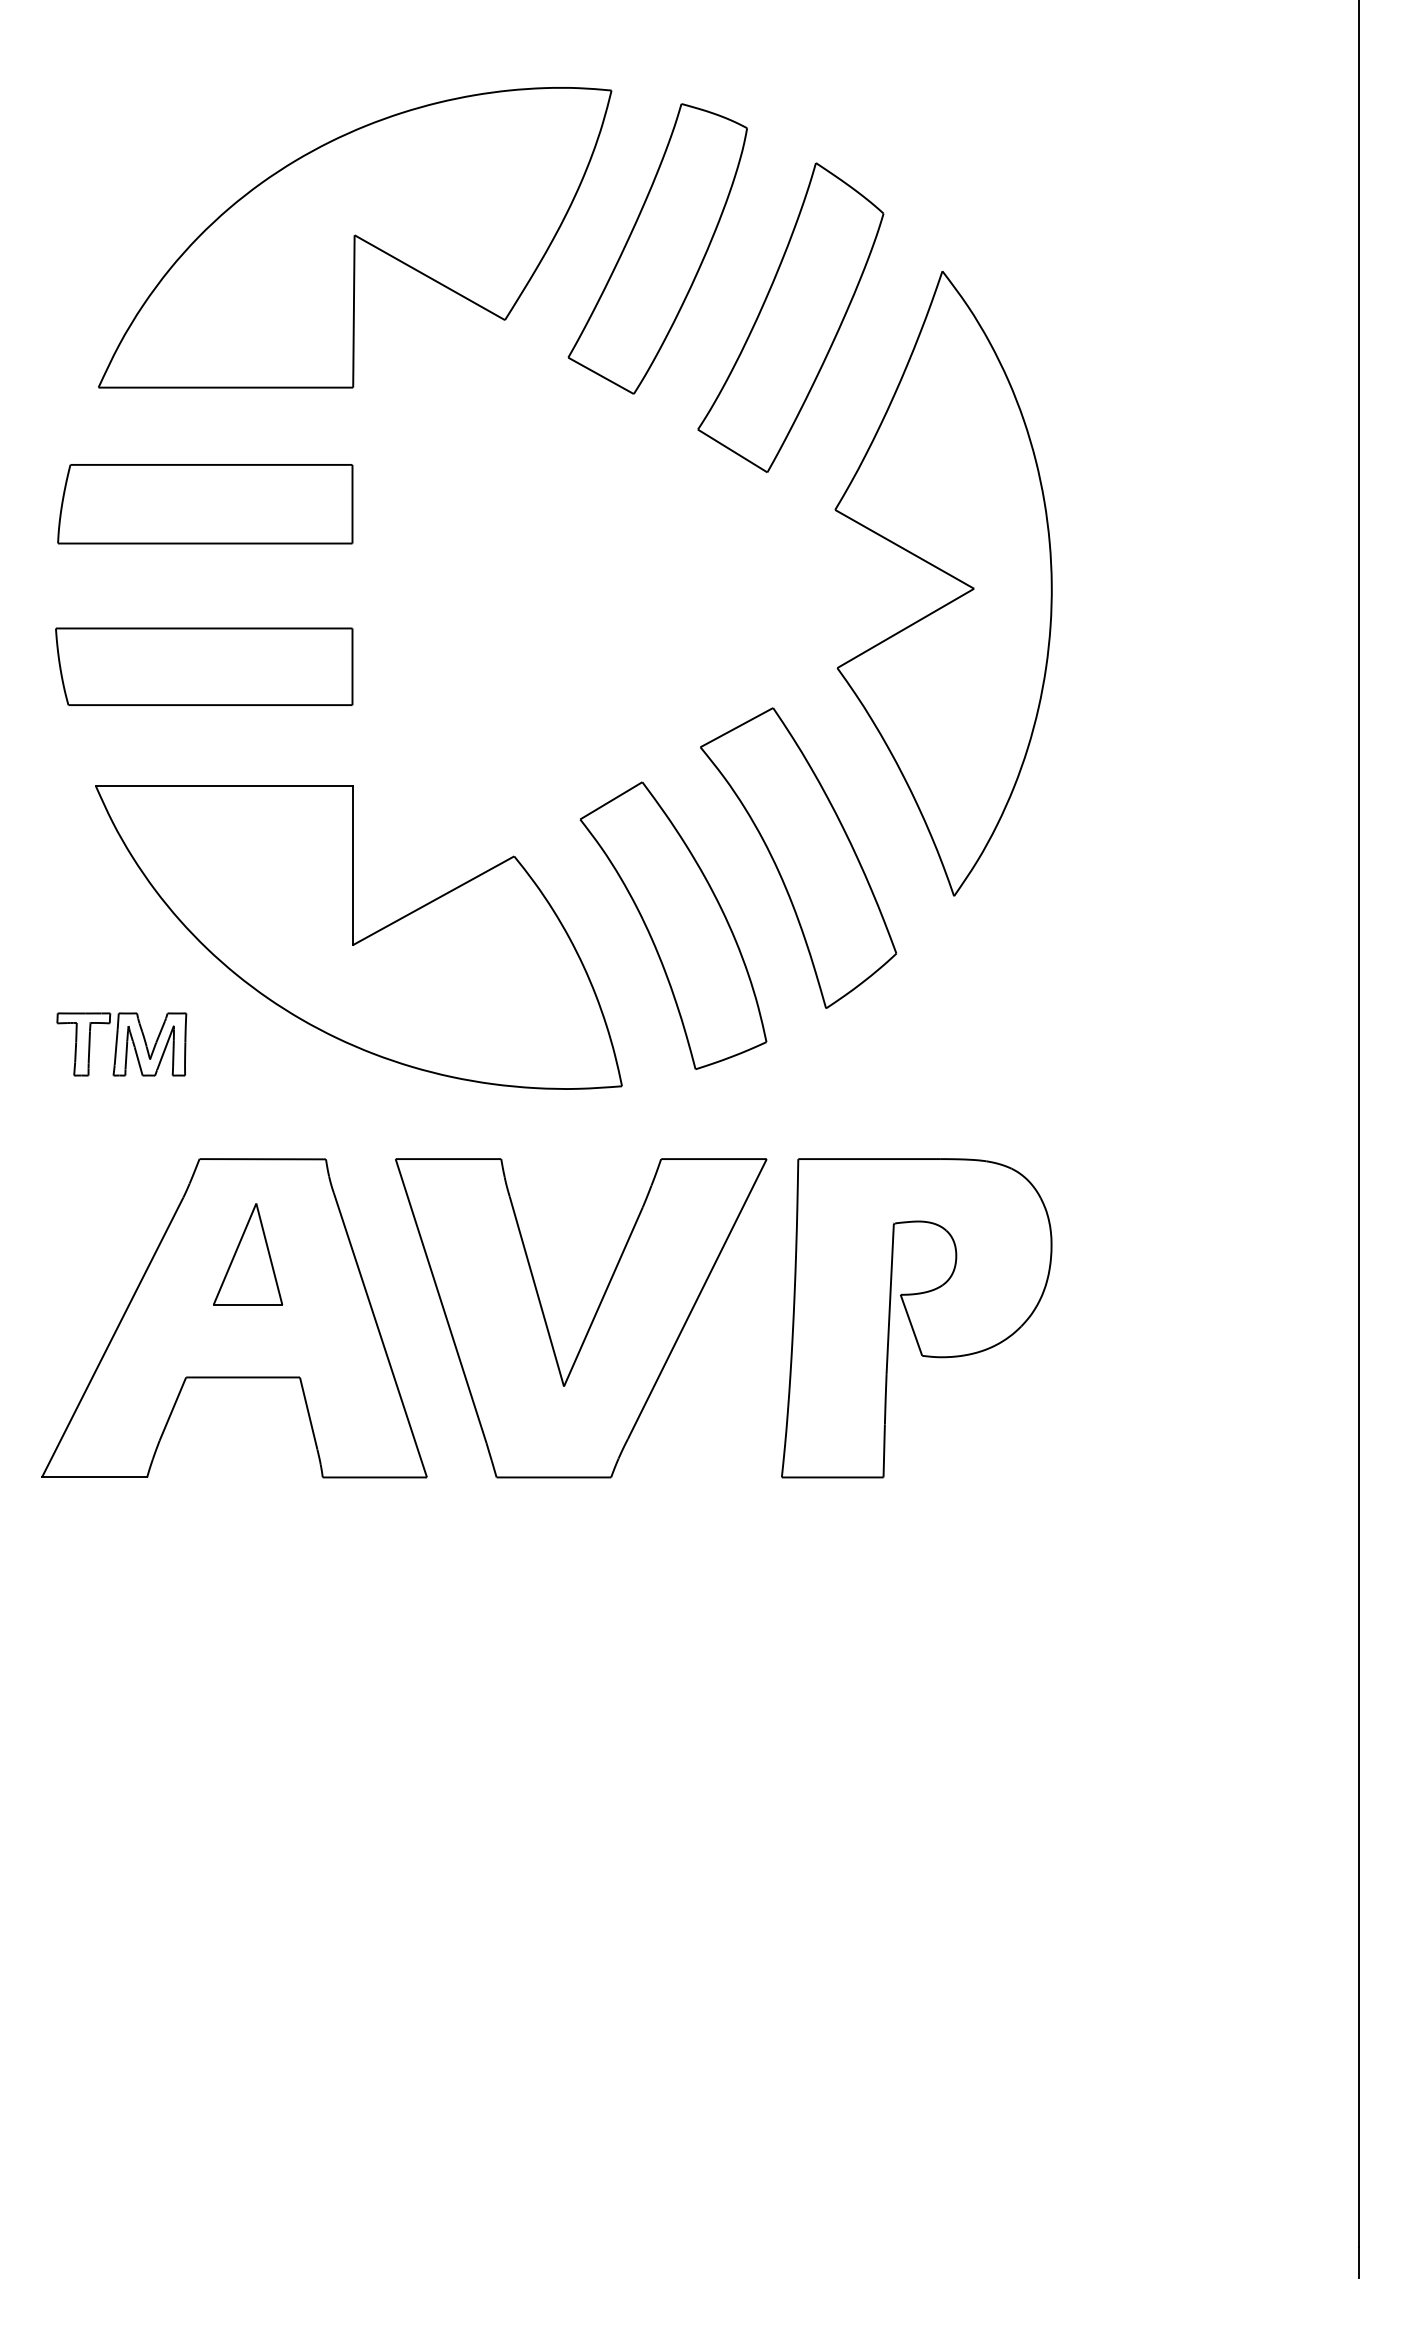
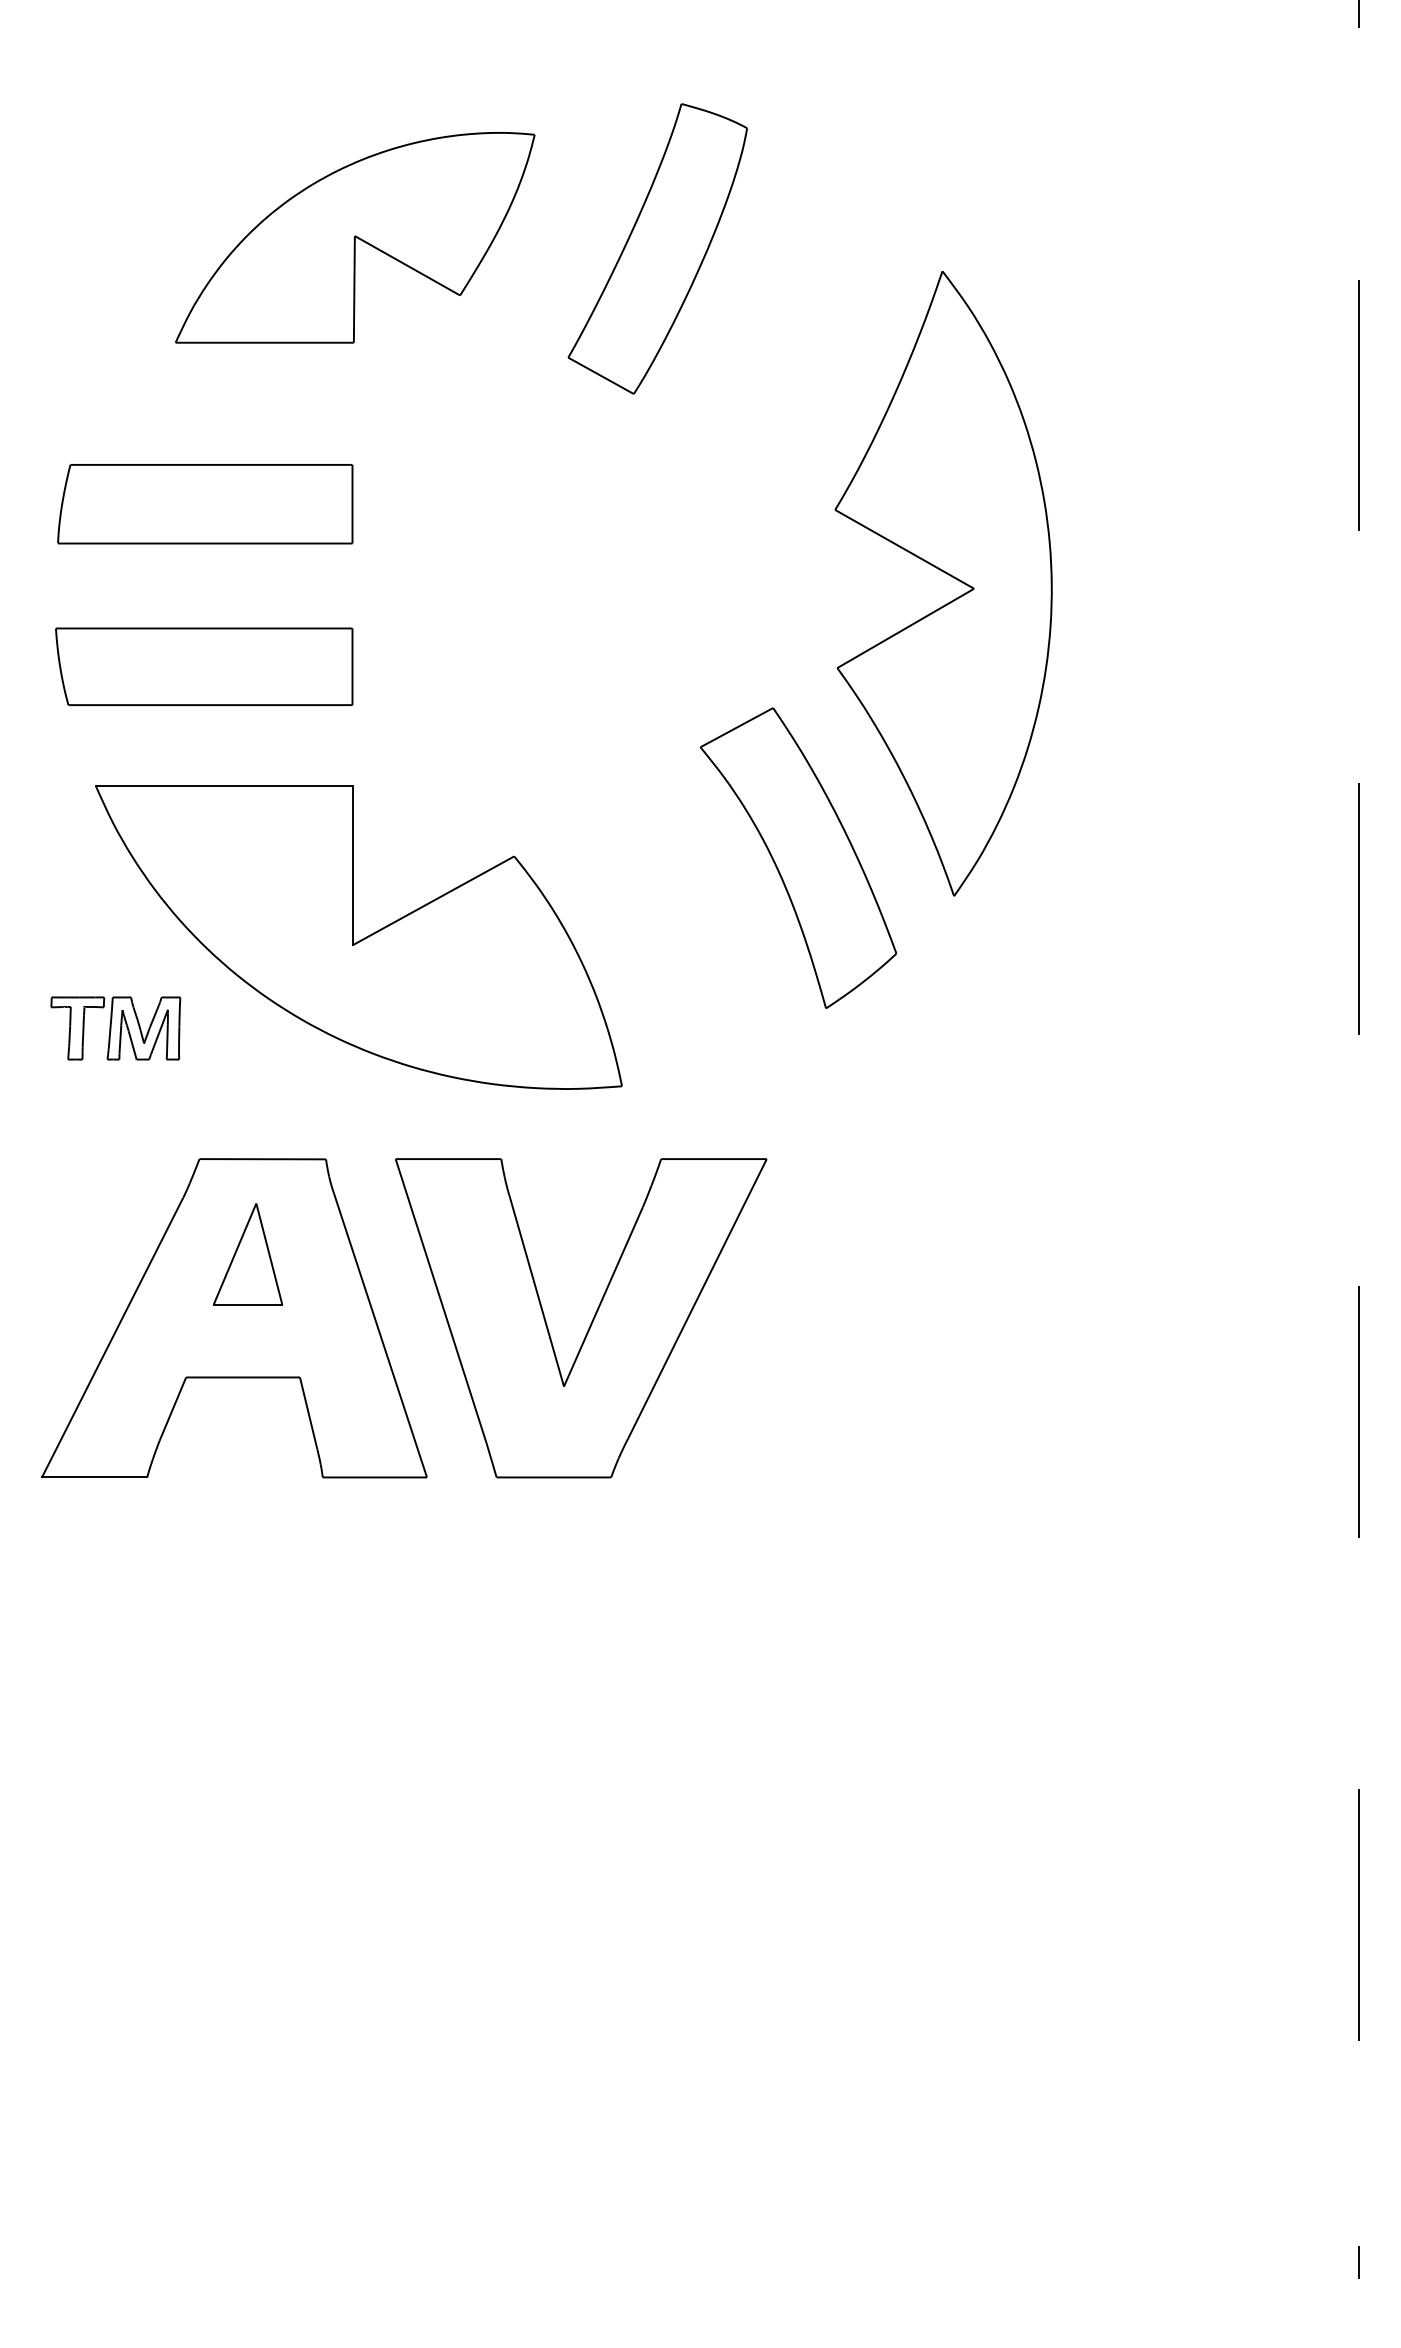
part at (355, 237) size: 515x302 px -> 361x212 px
part at (790, 317): present -> none
part at (673, 925): present -> none
part at (121, 1044) position: (121, 1044) -> (115, 1028)
line at (1359, 1124): solid -> dashed
part at (916, 1318): present -> none
